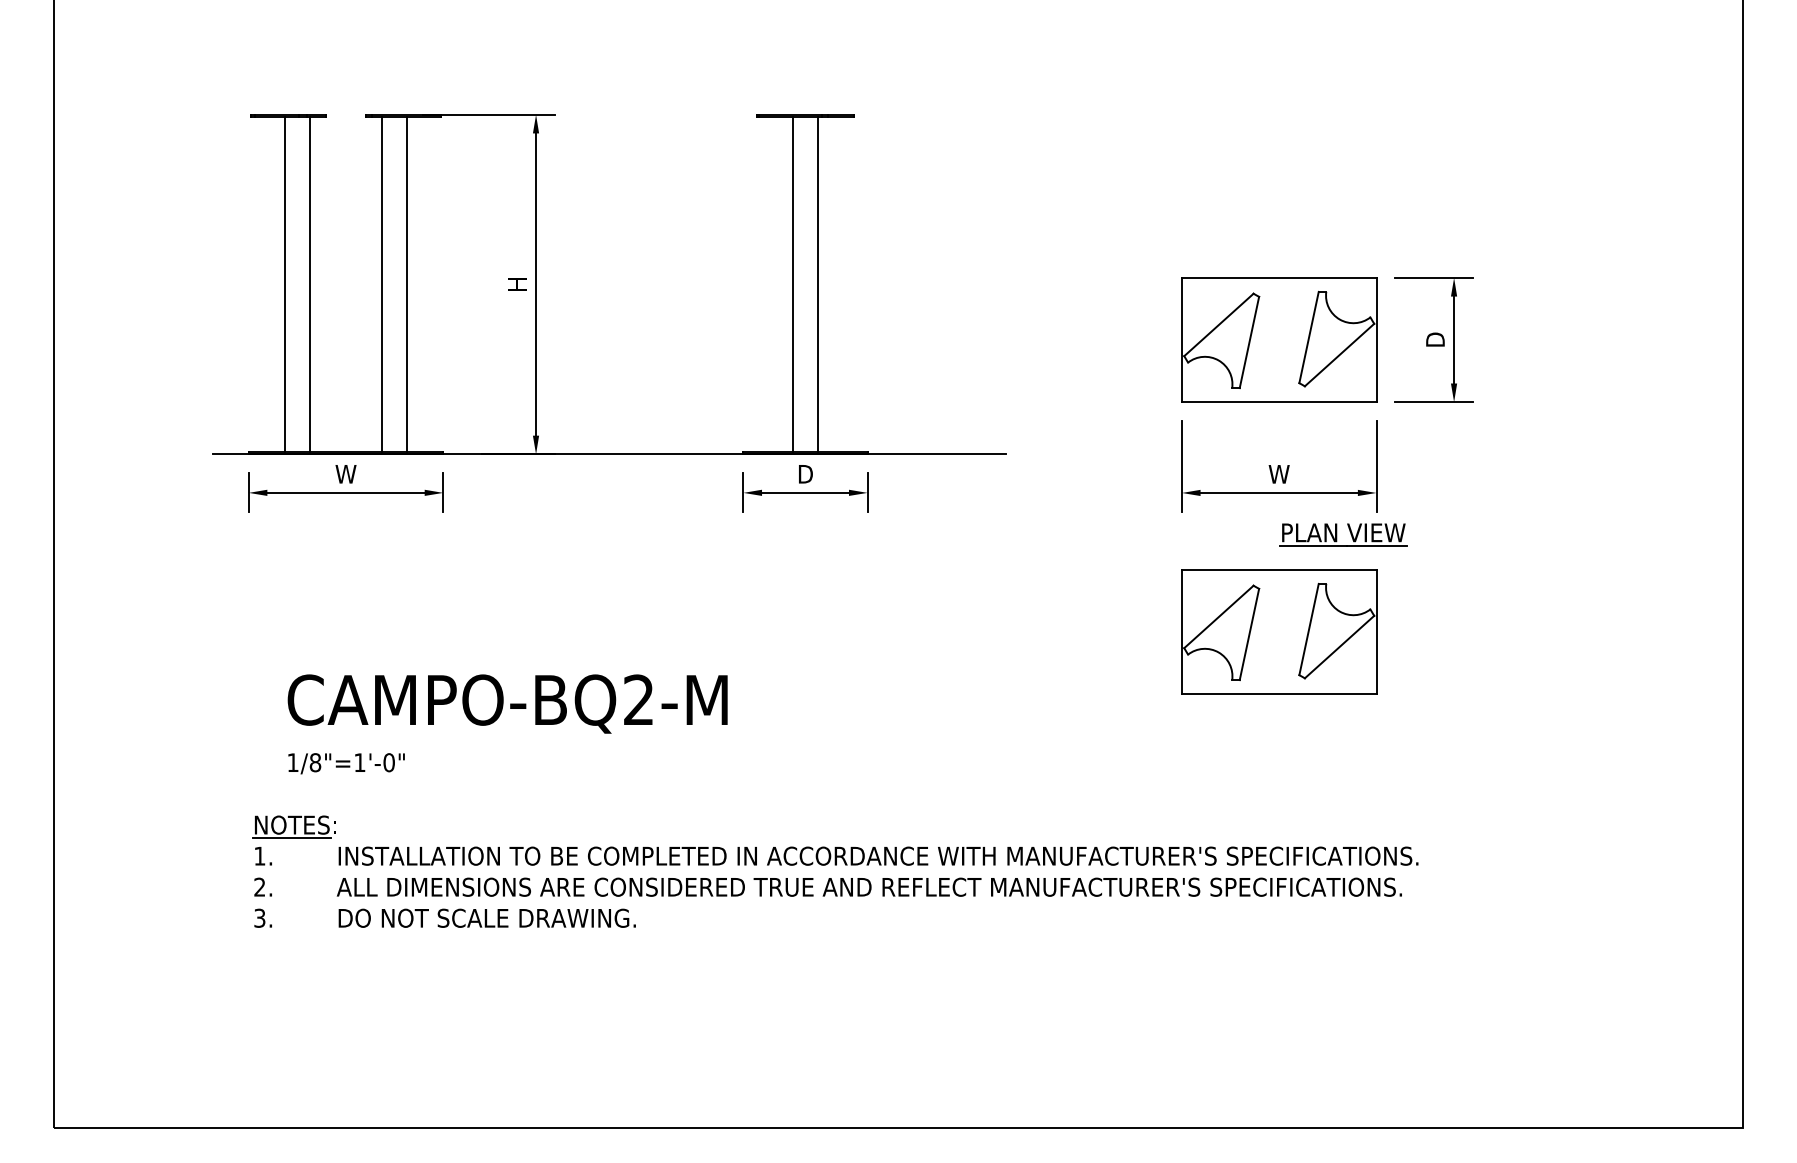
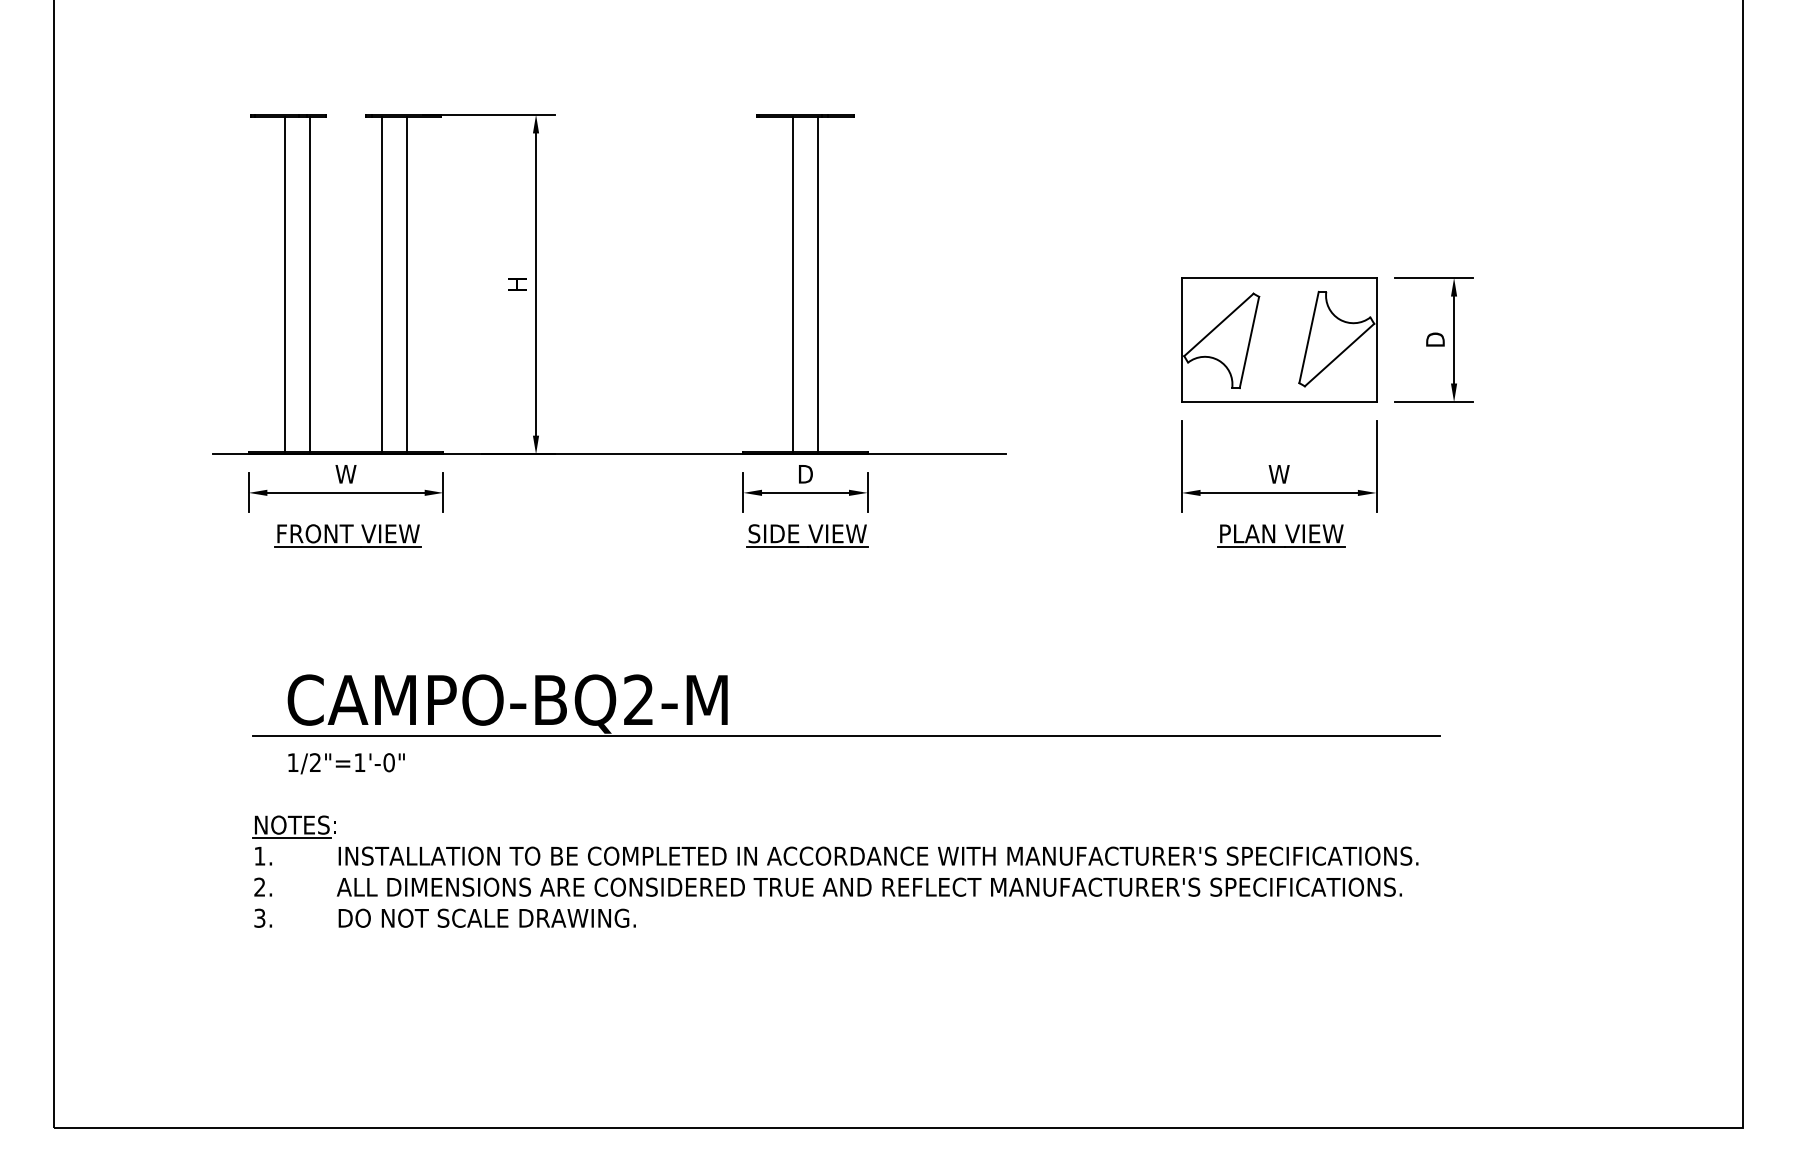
part at (1343, 534) position: (1343, 534) -> (1281, 535)
part at (347, 535): none -> present
part at (807, 535): none -> present
part at (1279, 631): present -> none
line at (845, 736): none -> present
text at (315, 762): 1/8"=1'-0" -> 1/2"=1'-0"
